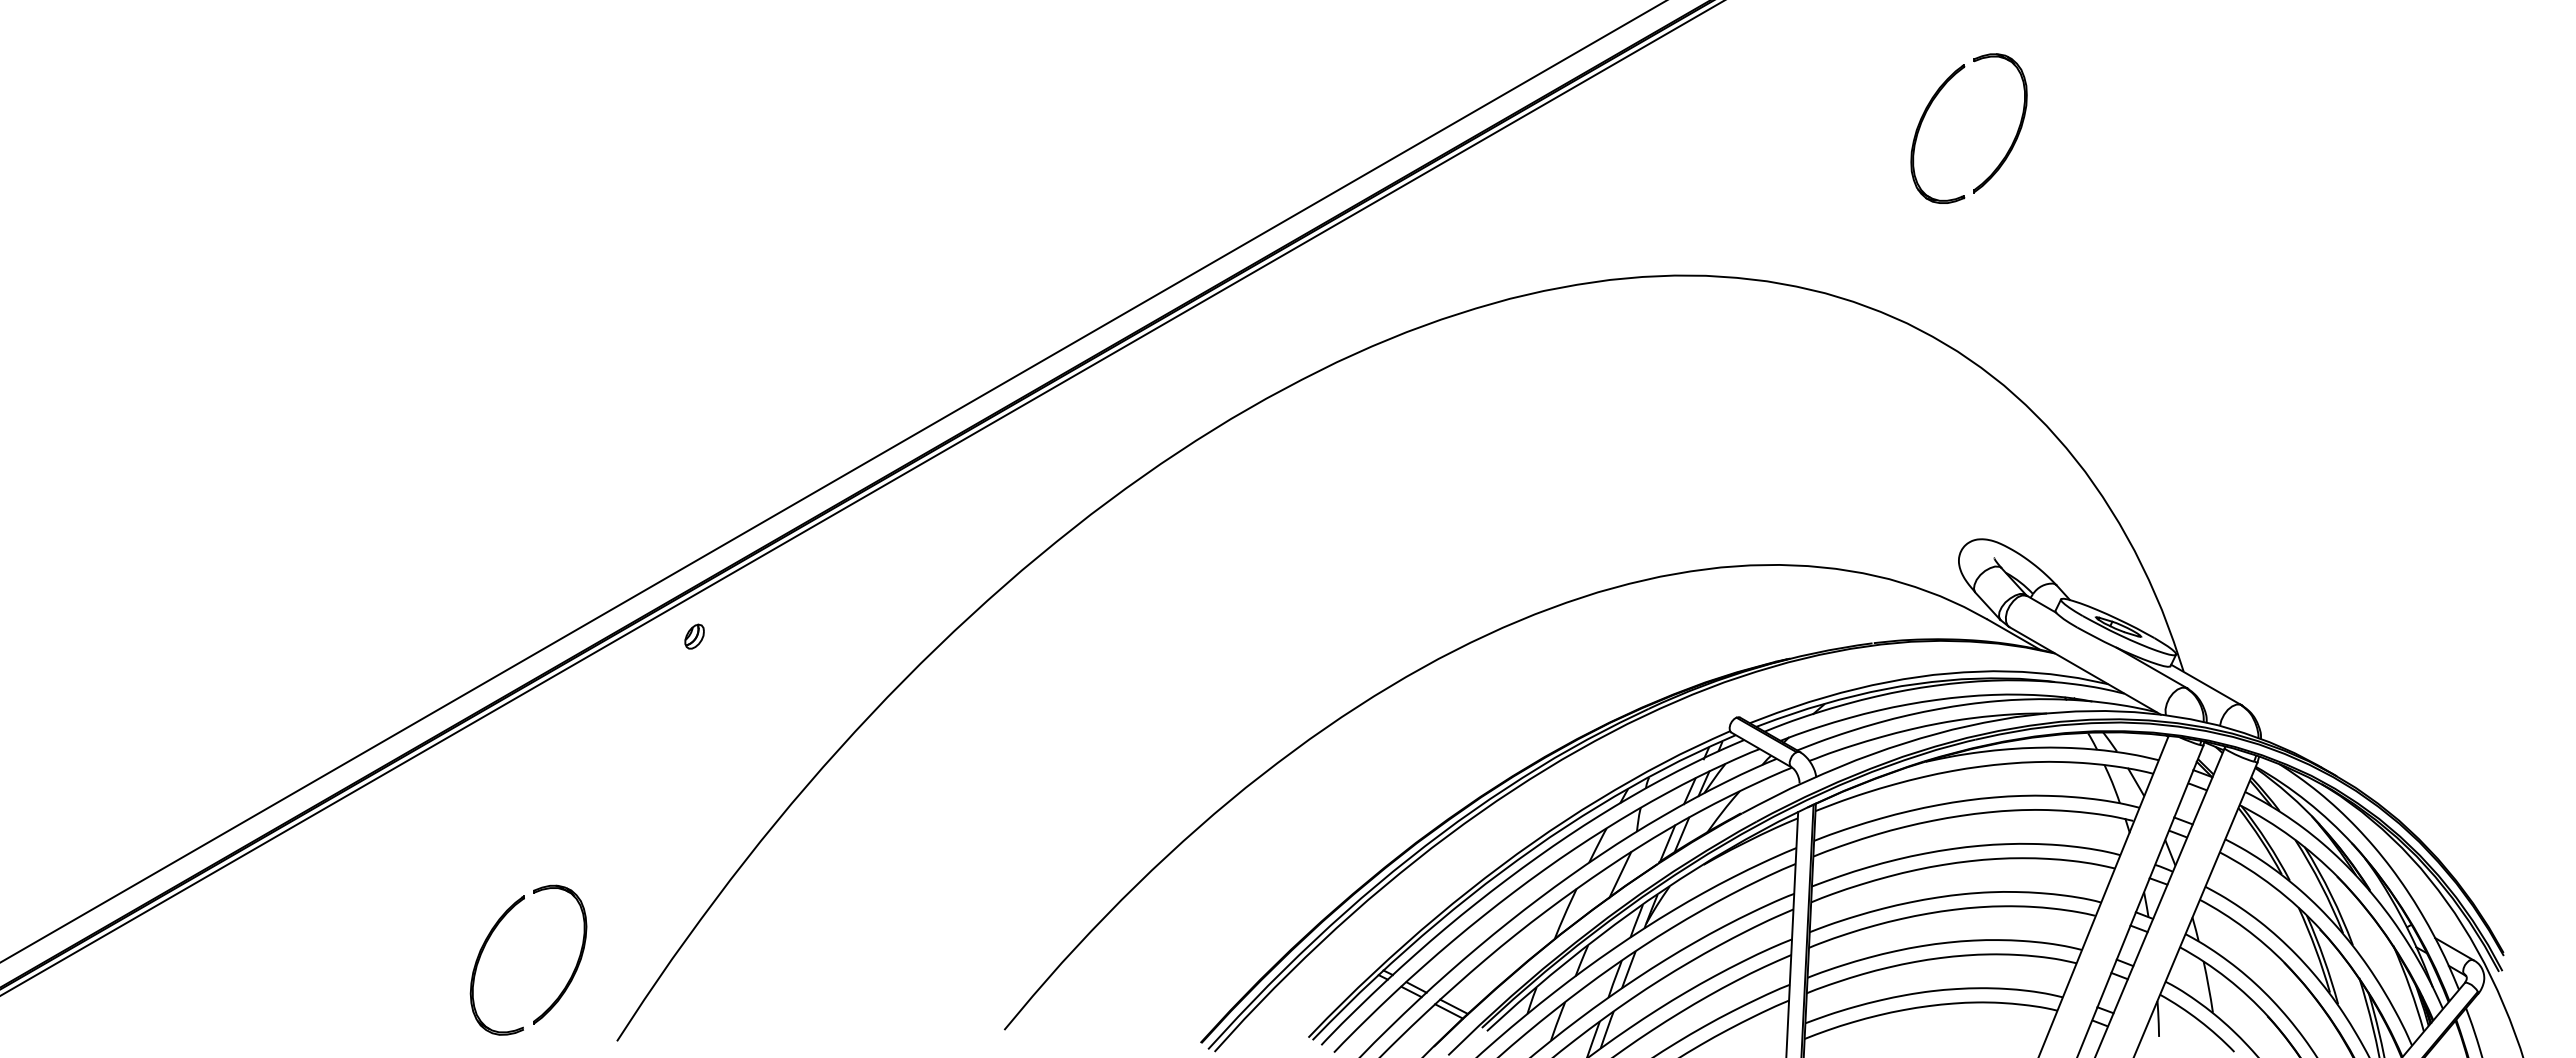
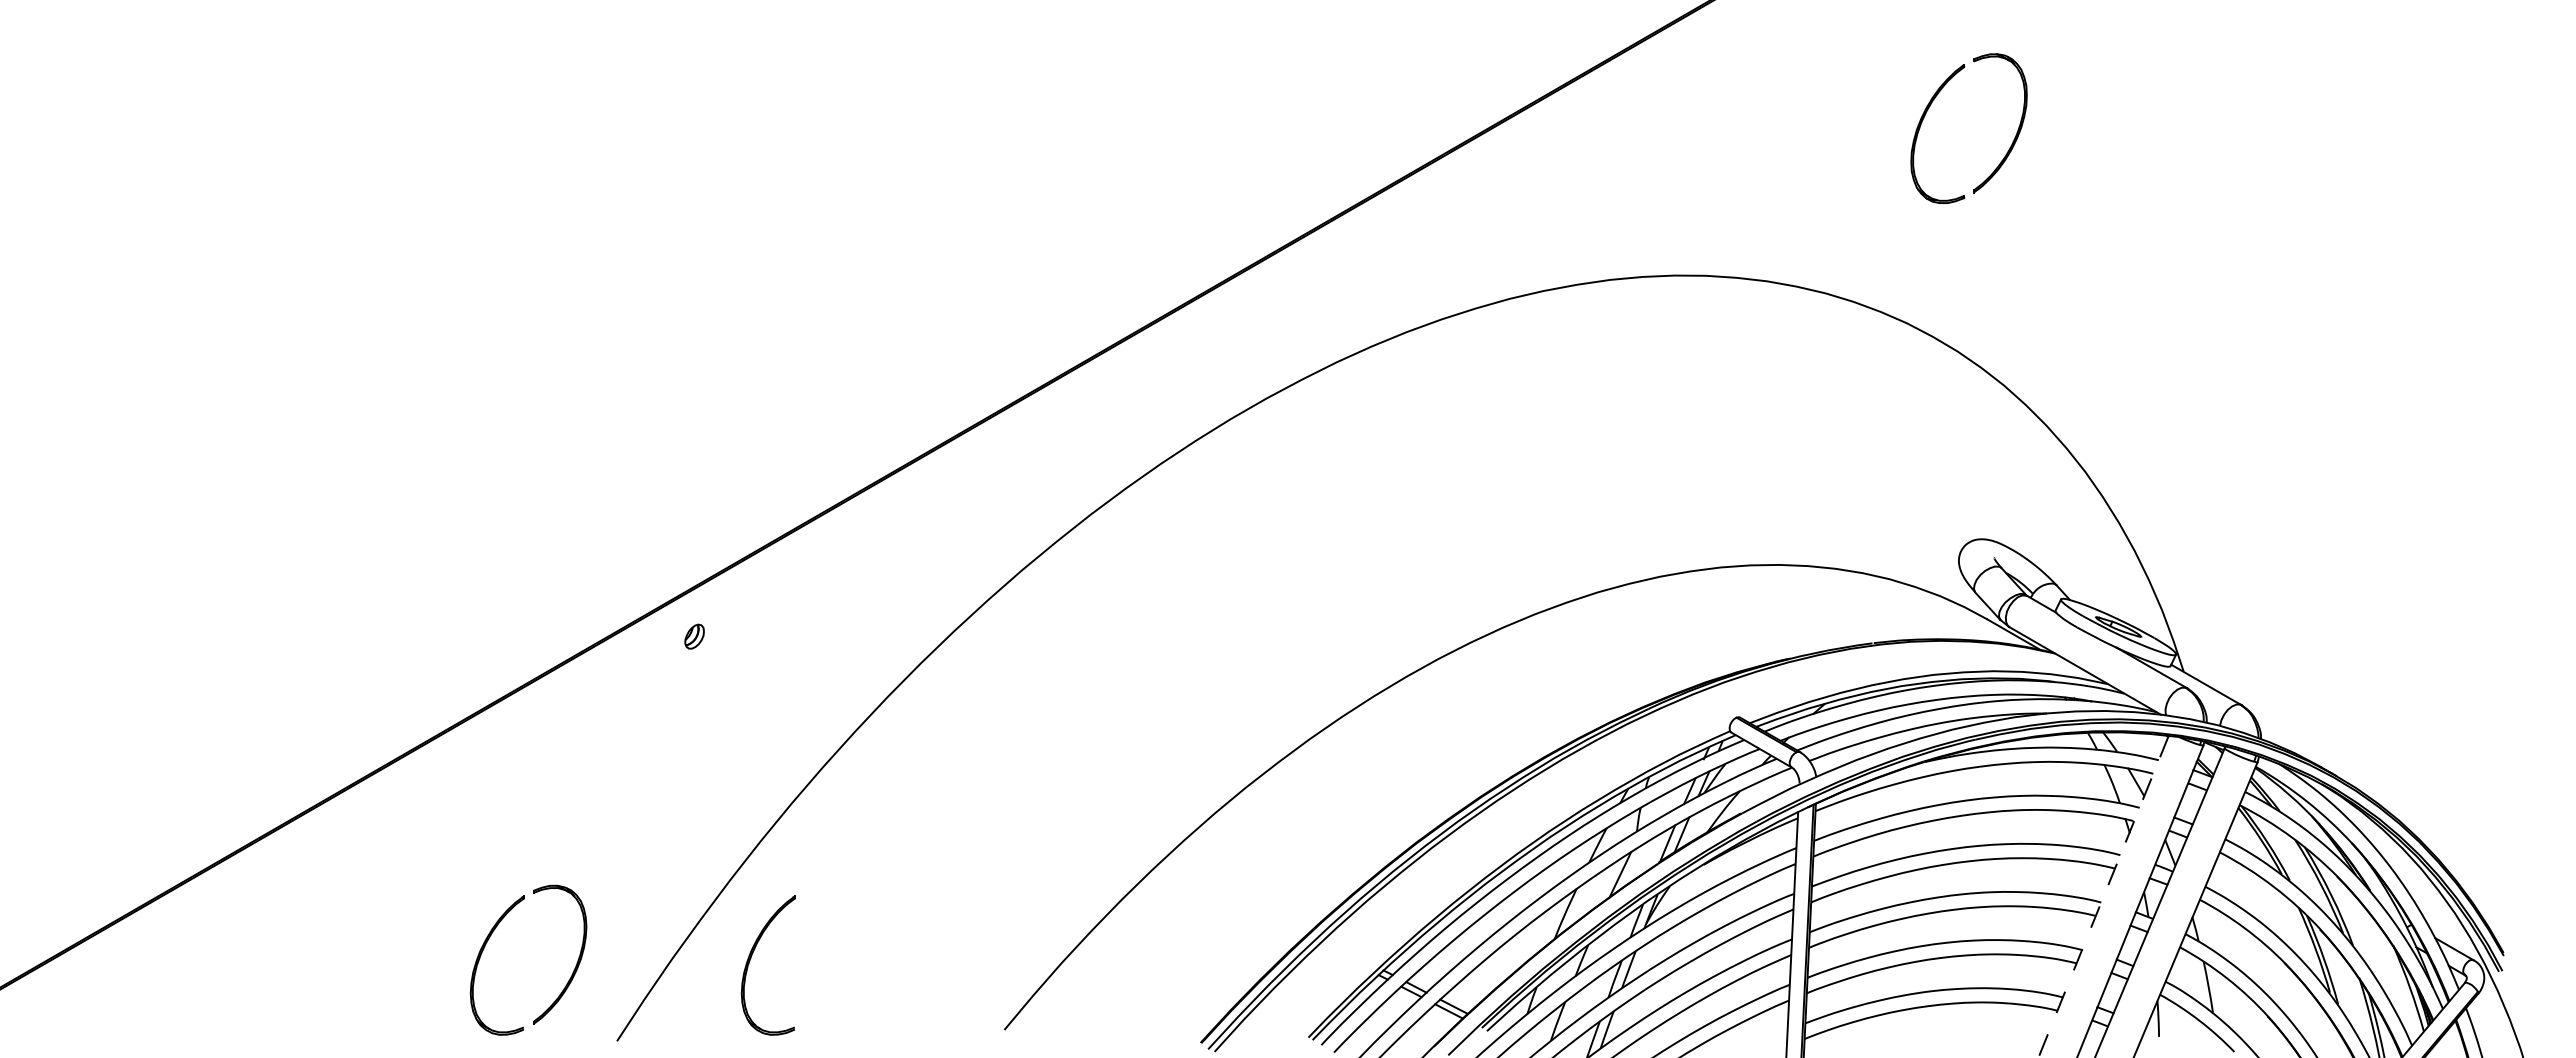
line at (832, 481): present -> none
line at (861, 498): present -> none
line at (2103, 896): solid -> dashed
part at (751, 958): none -> present
